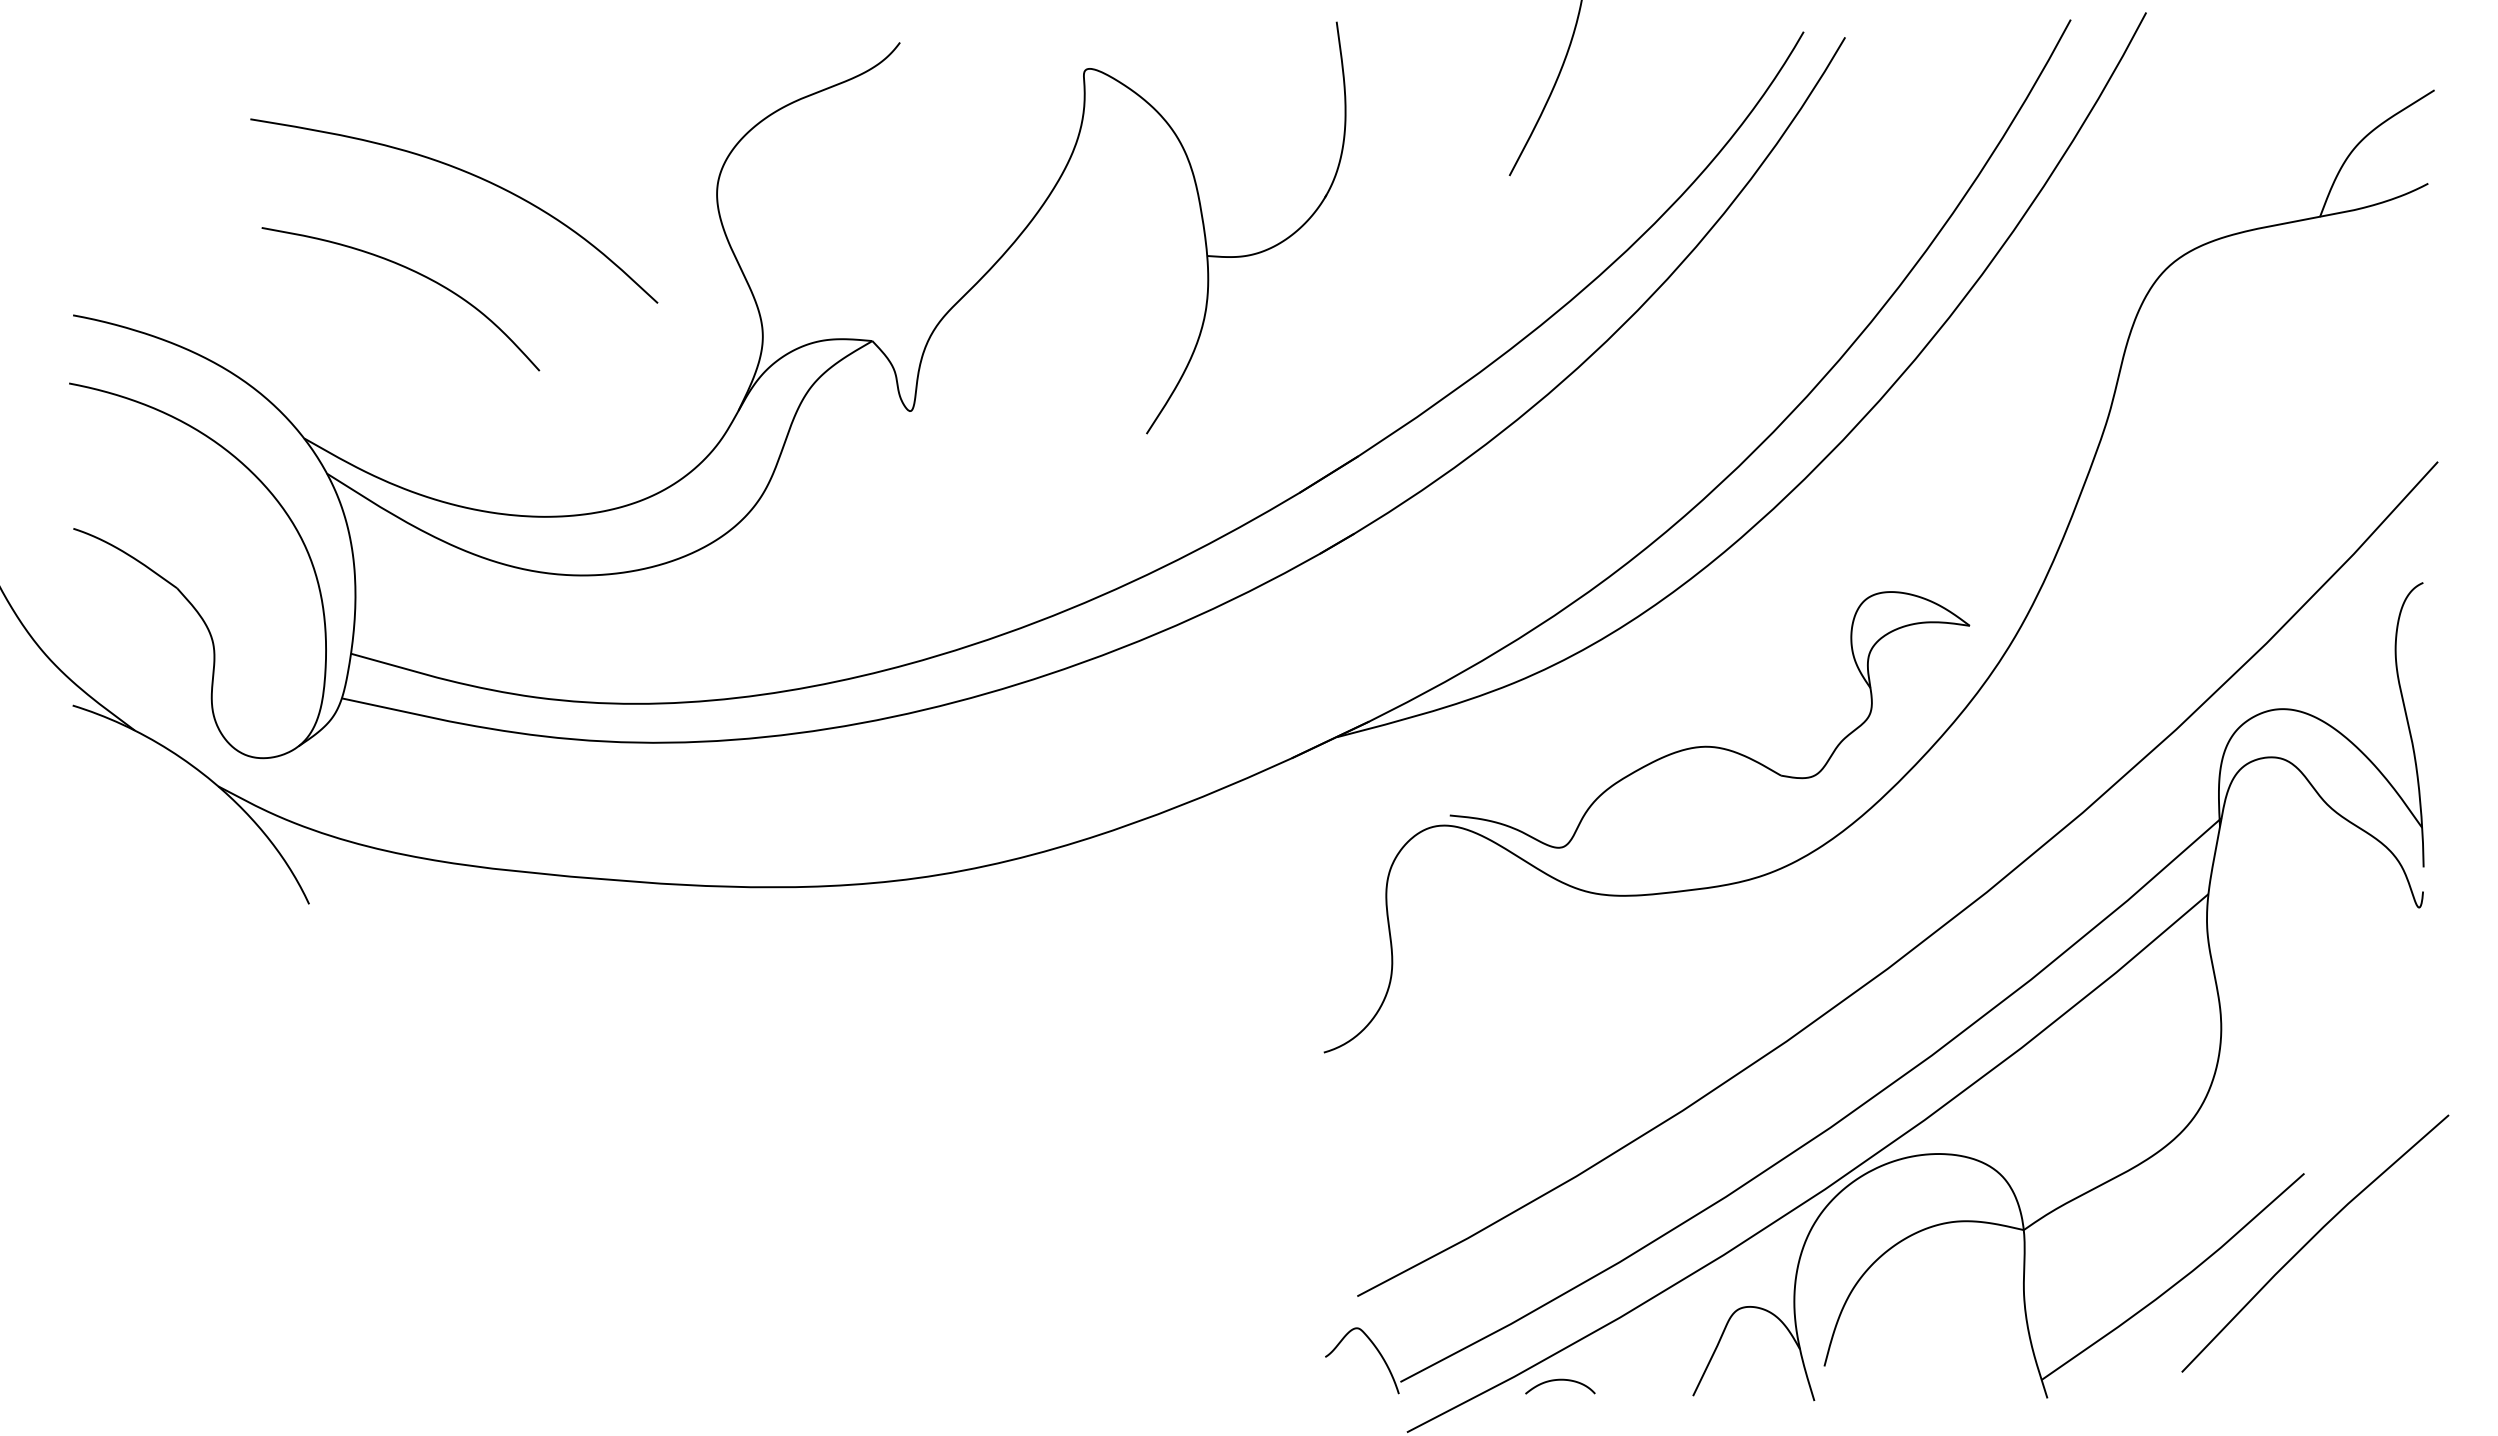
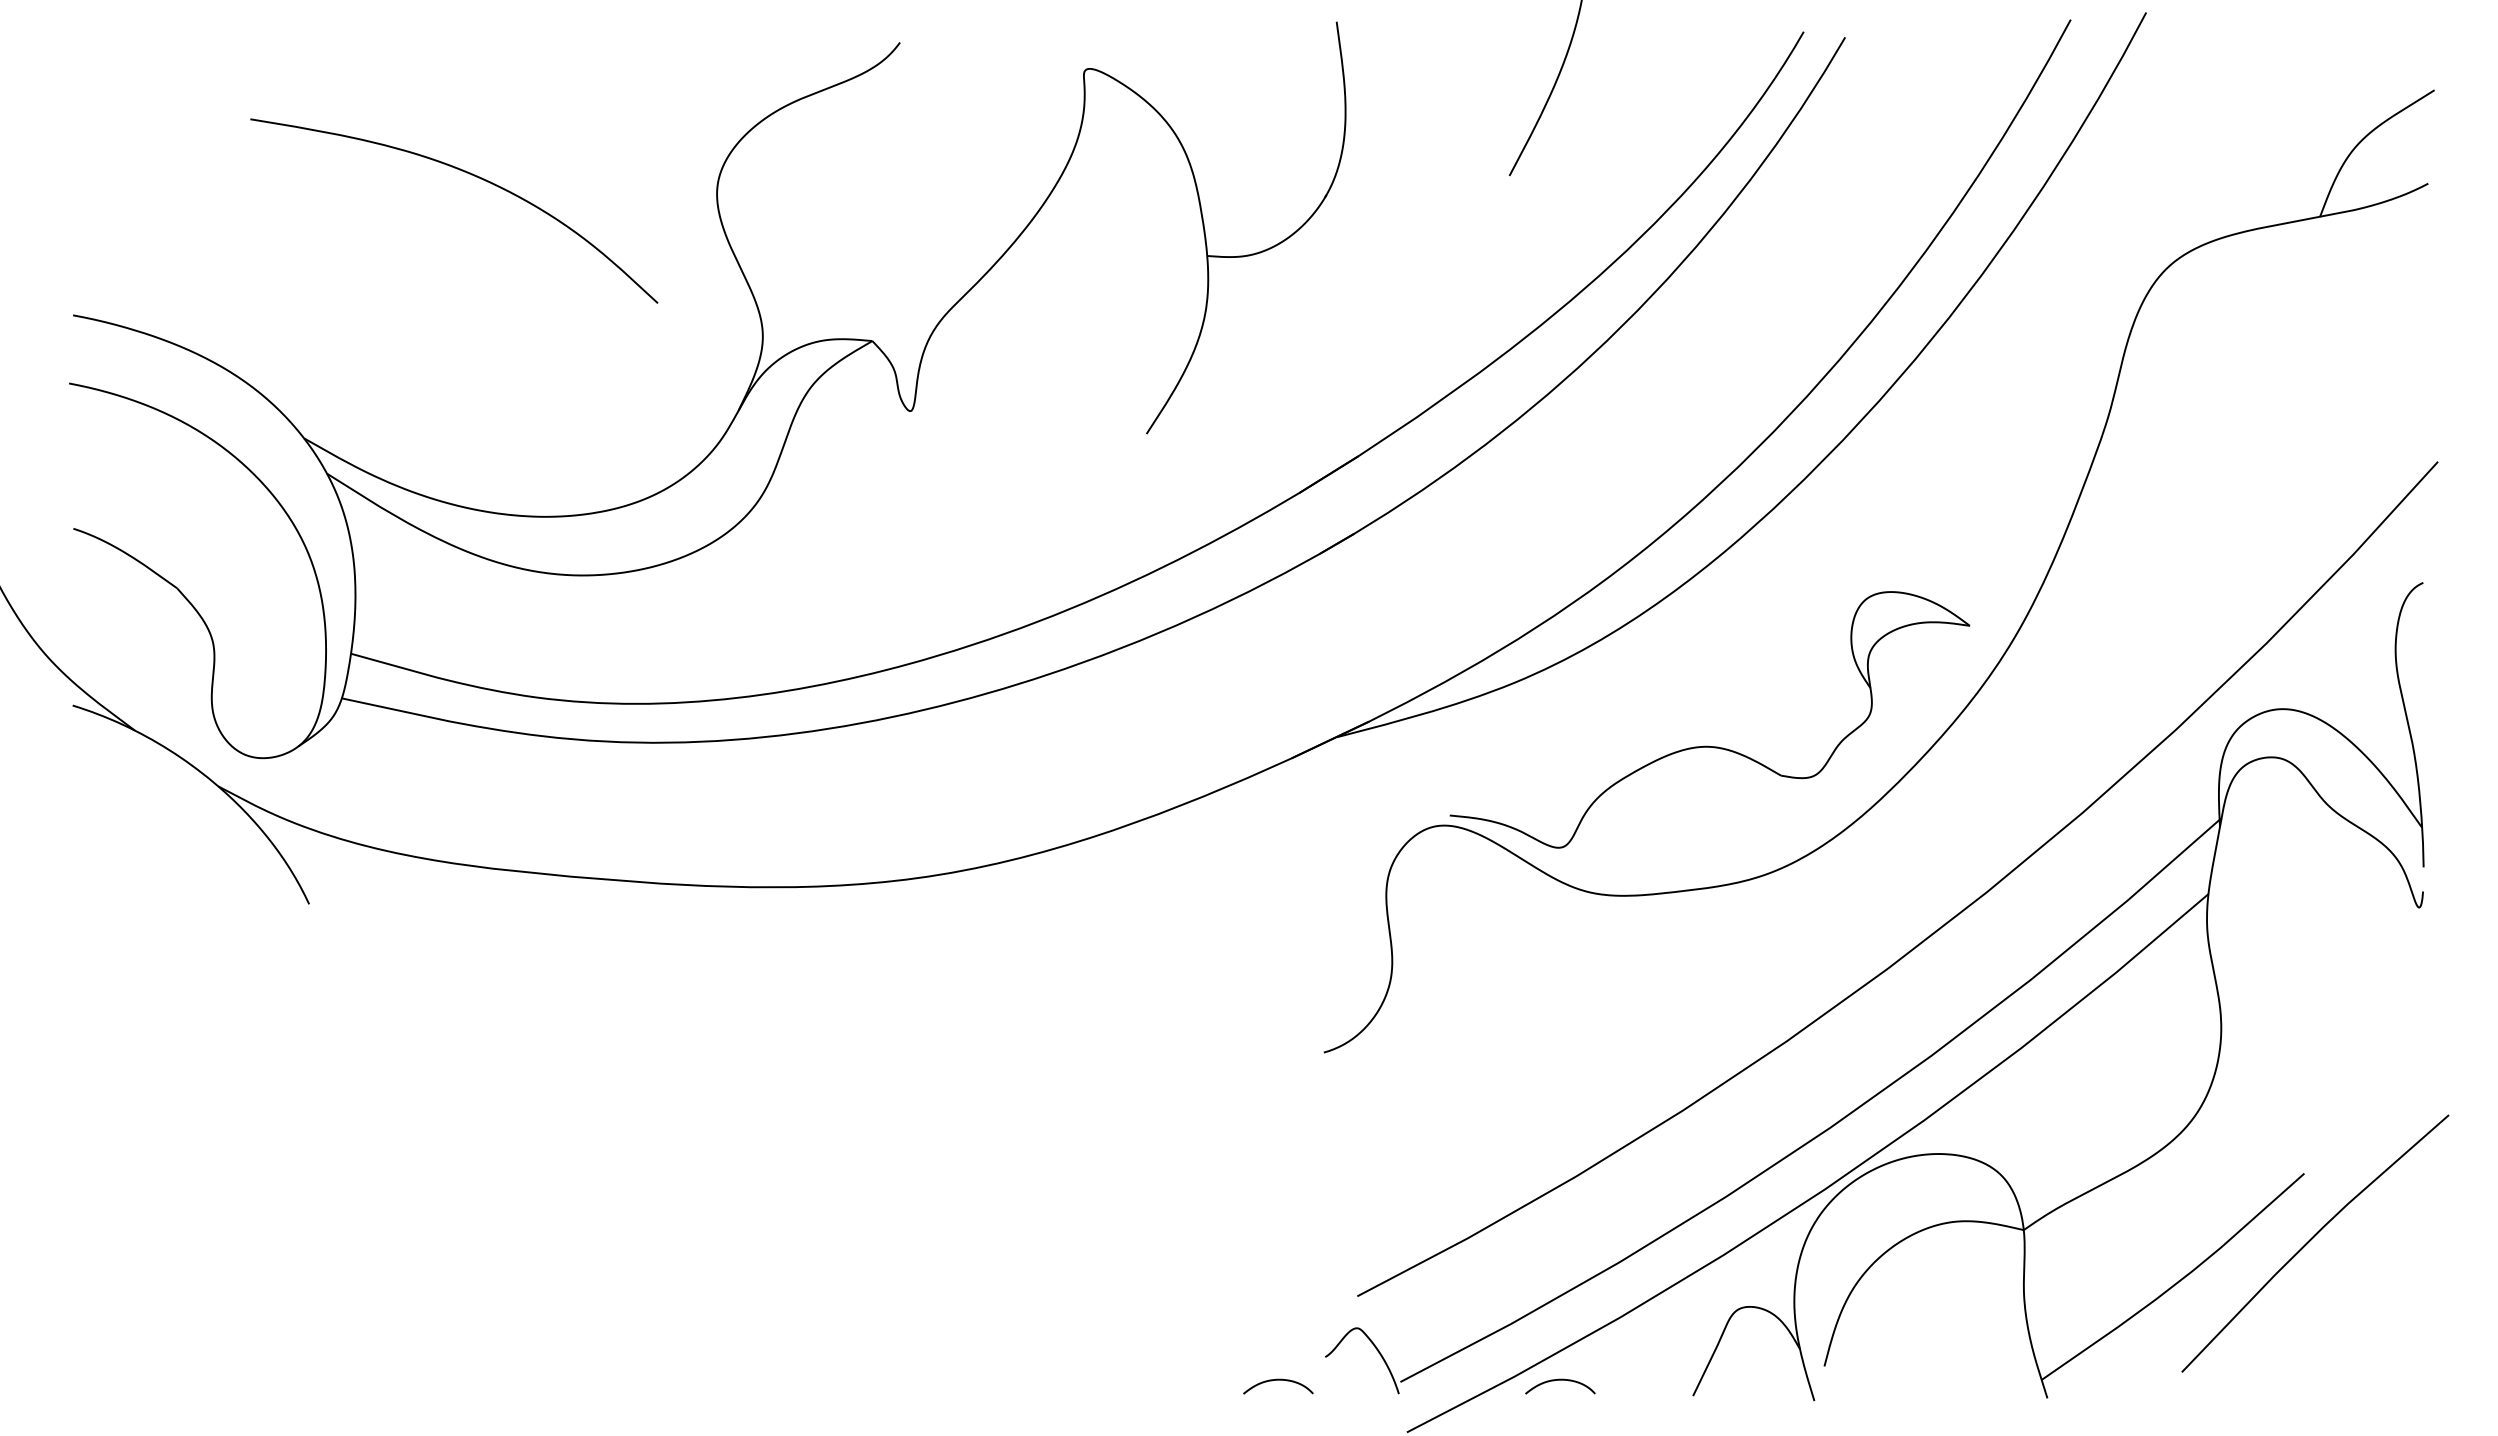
curve at (414, 272): present -> none
curve at (1278, 1380): none -> present
